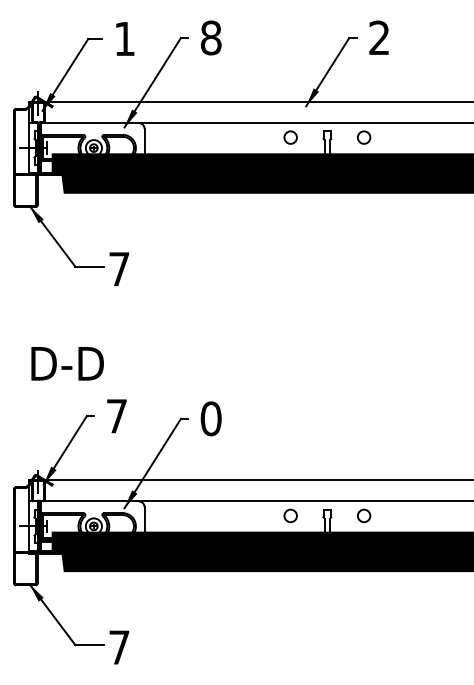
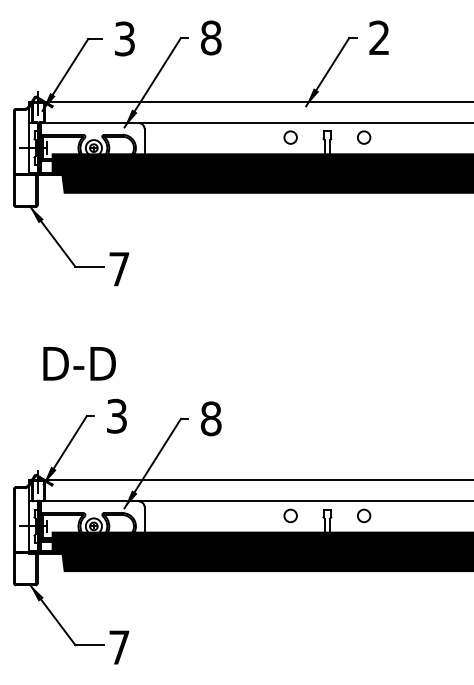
text at (124, 38): 1 -> 3
text at (67, 363) position: (67, 363) -> (79, 363)
text at (116, 415): 7 -> 3
text at (210, 418): 0 -> 8
